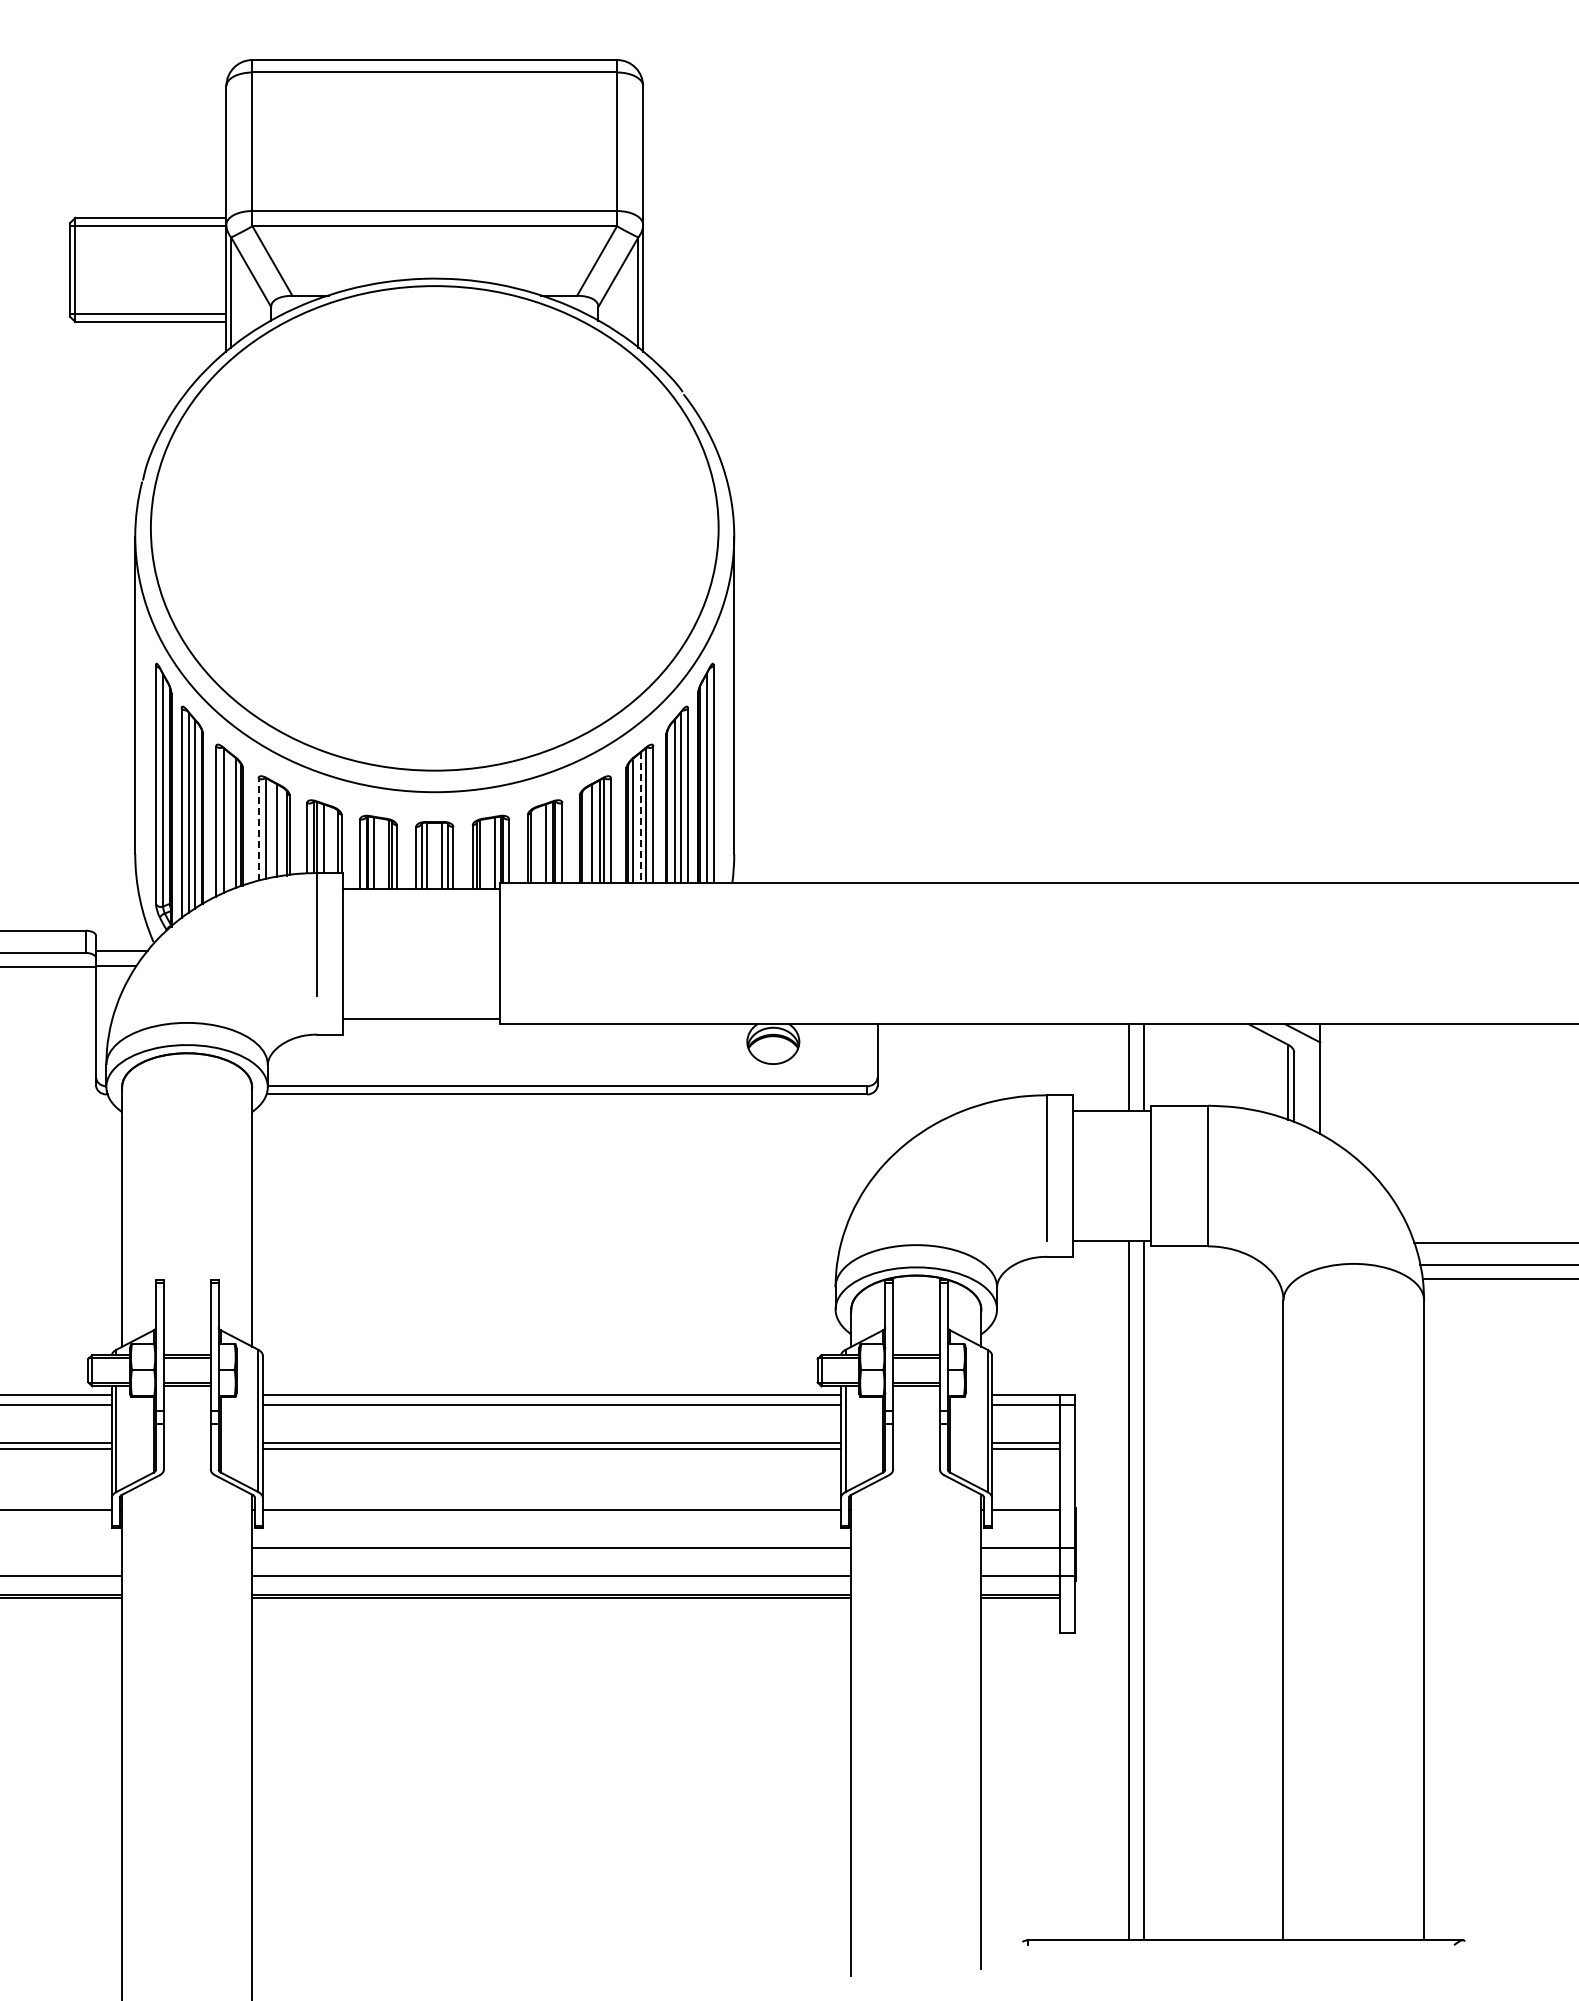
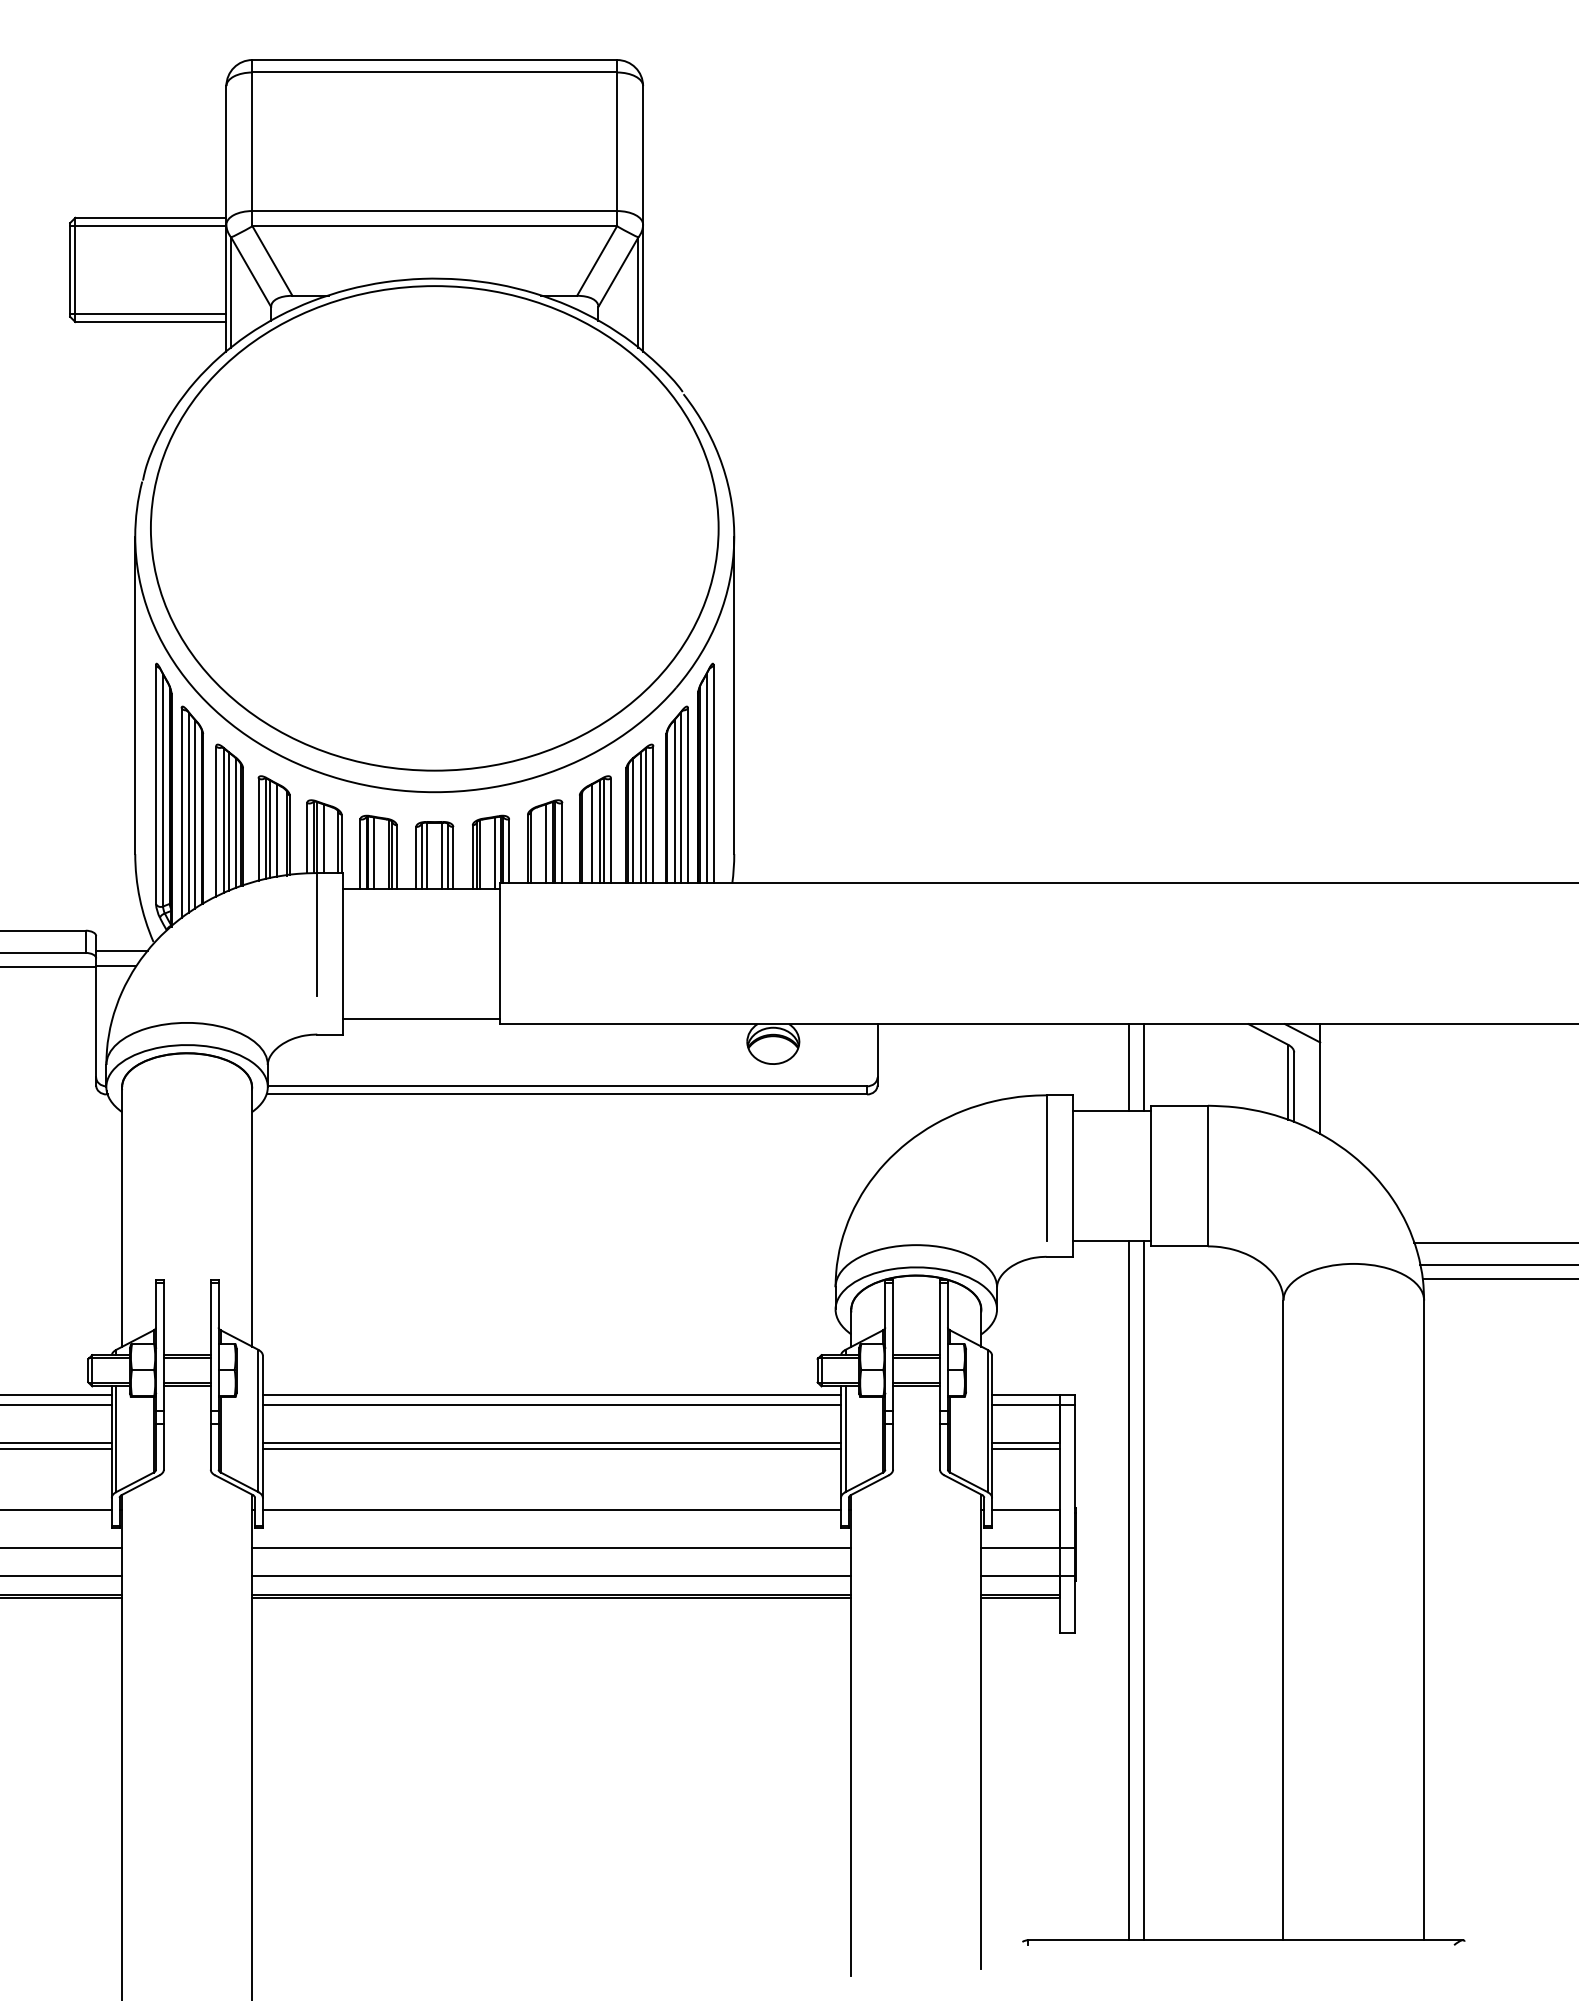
line at (640, 817): dashed -> solid
line at (228, 821): none -> present
line at (258, 829): dashed -> solid
line at (269, 829): none -> present
line at (62, 1547): none -> present
